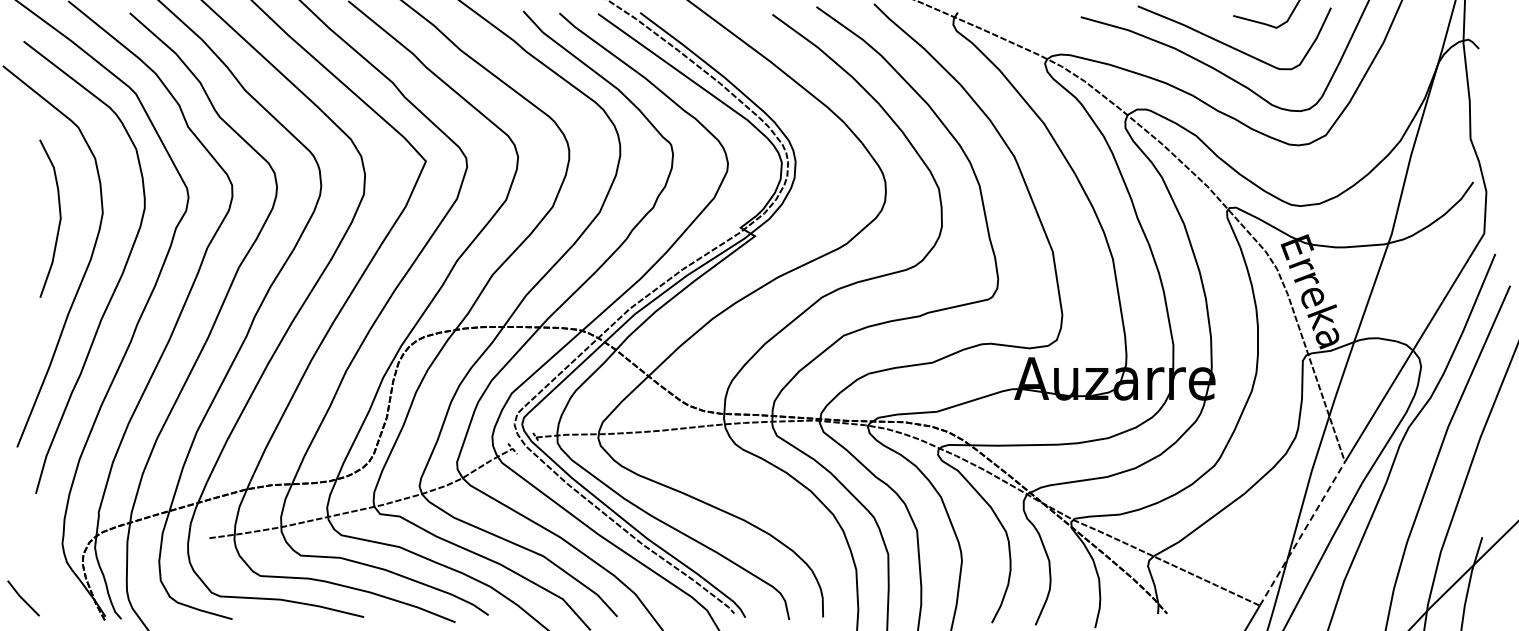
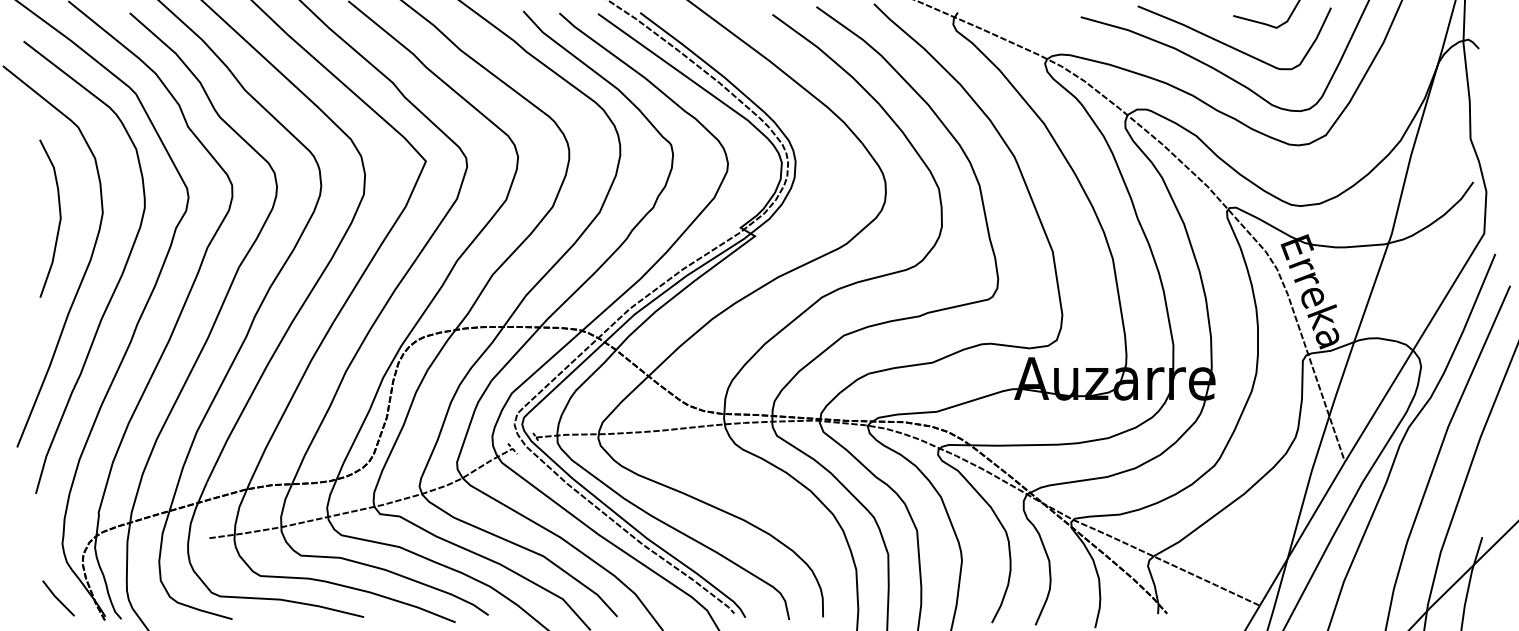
line at (1302, 533): dashed -> solid
line at (23, 598) position: (23, 598) -> (58, 598)
